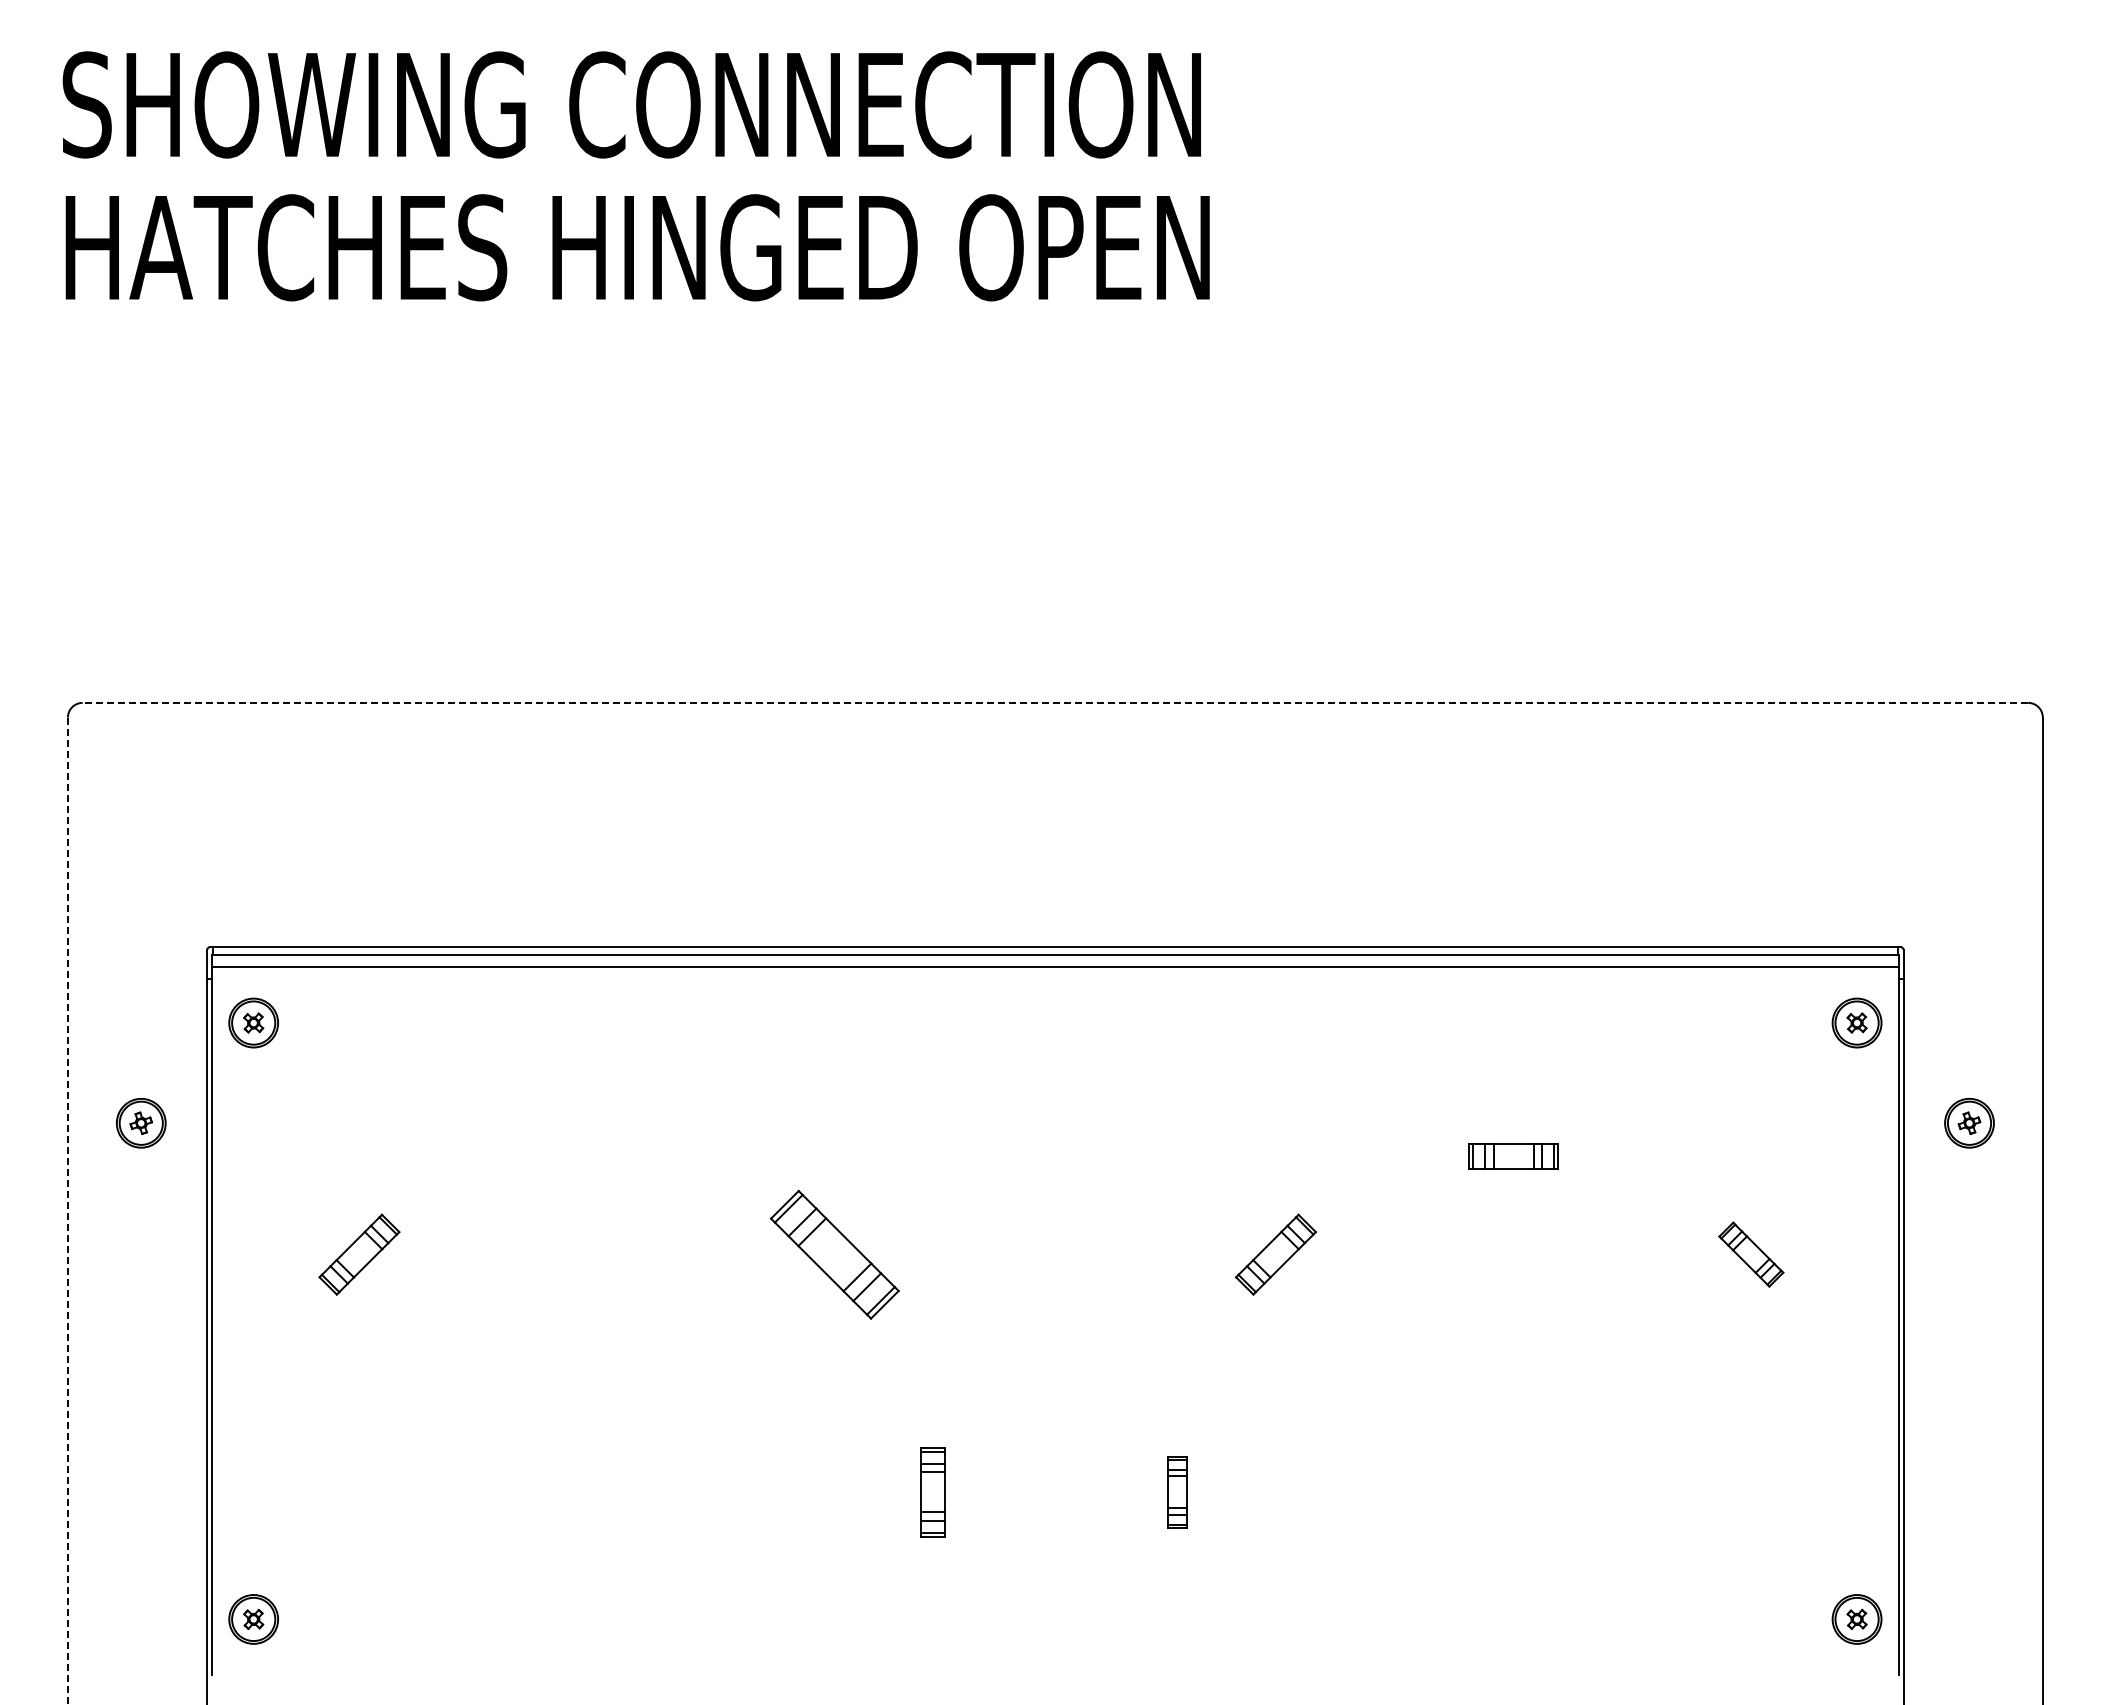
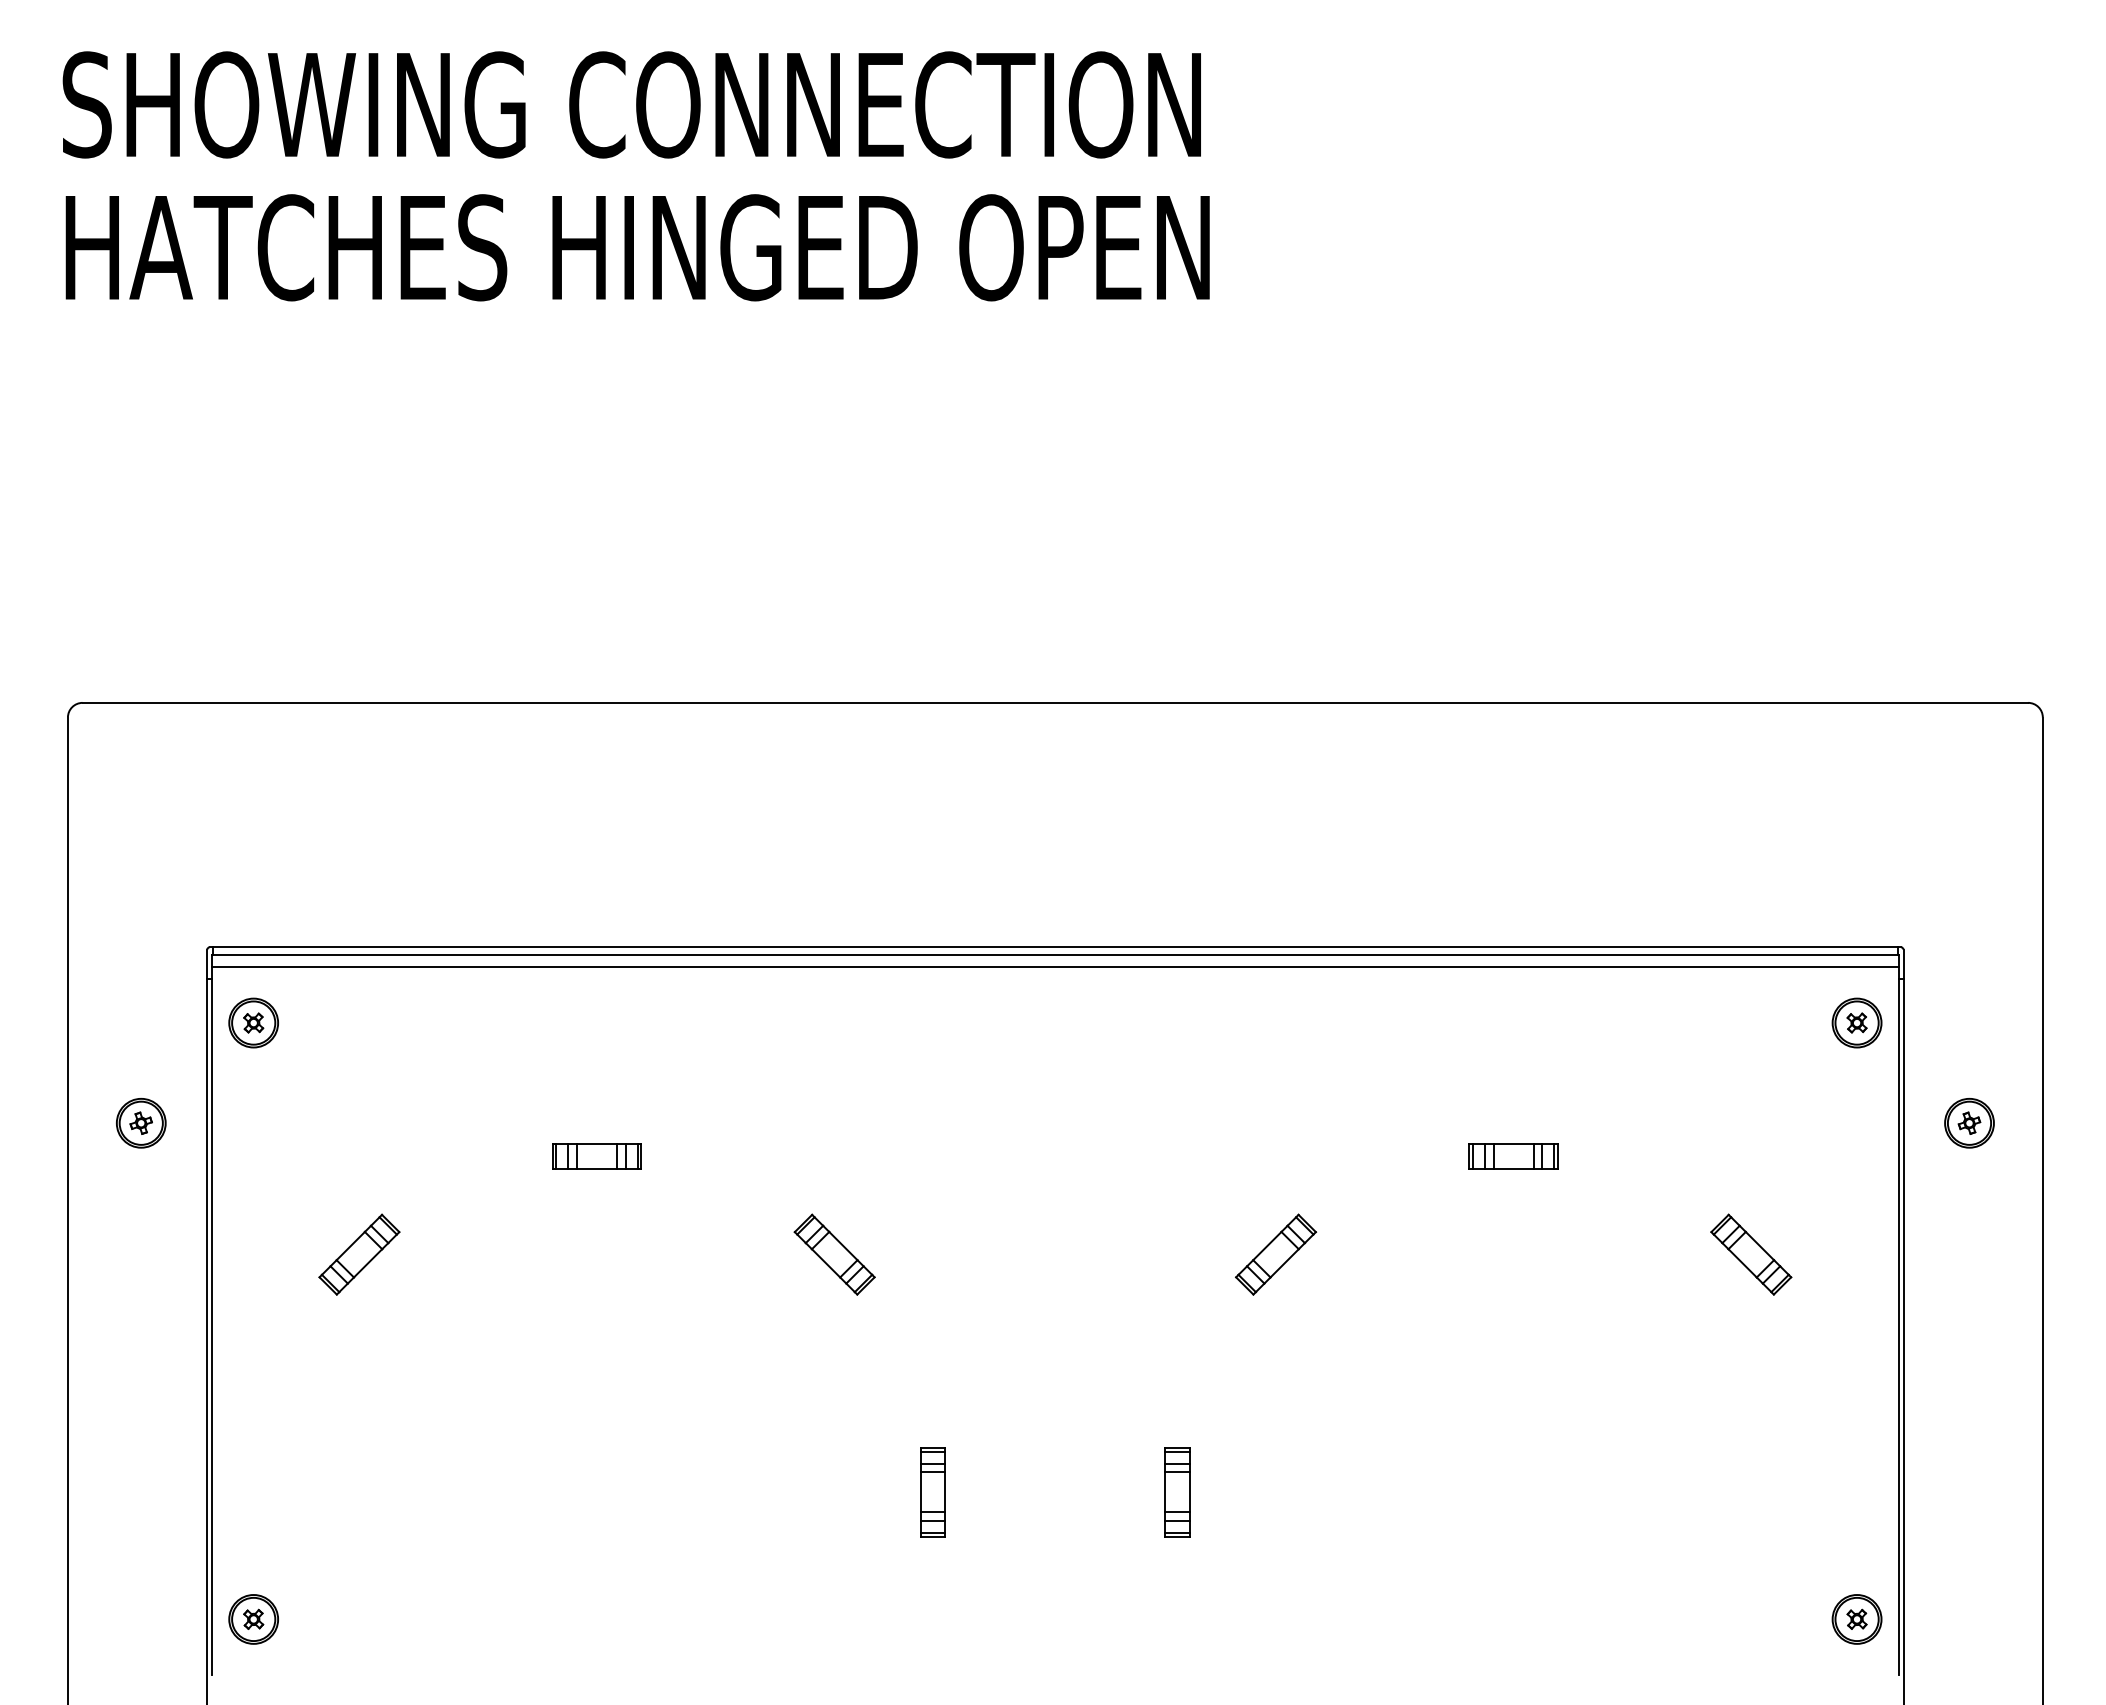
line at (1055, 702): dashed -> solid
part at (596, 1156): none -> present
line at (67, 1211): dashed -> solid
part at (834, 1254) size: 131x131 px -> 83x83 px
part at (1751, 1254) size: 67x67 px -> 83x83 px
part at (1177, 1492) size: 21x73 px -> 27x91 px
